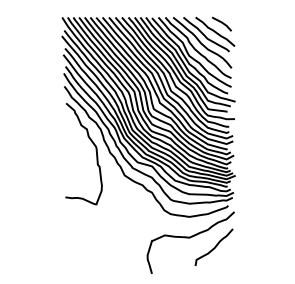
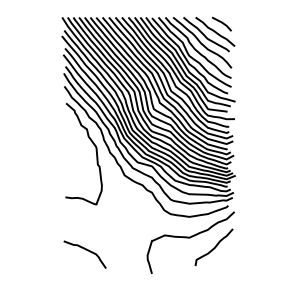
curve at (85, 250): none -> present
